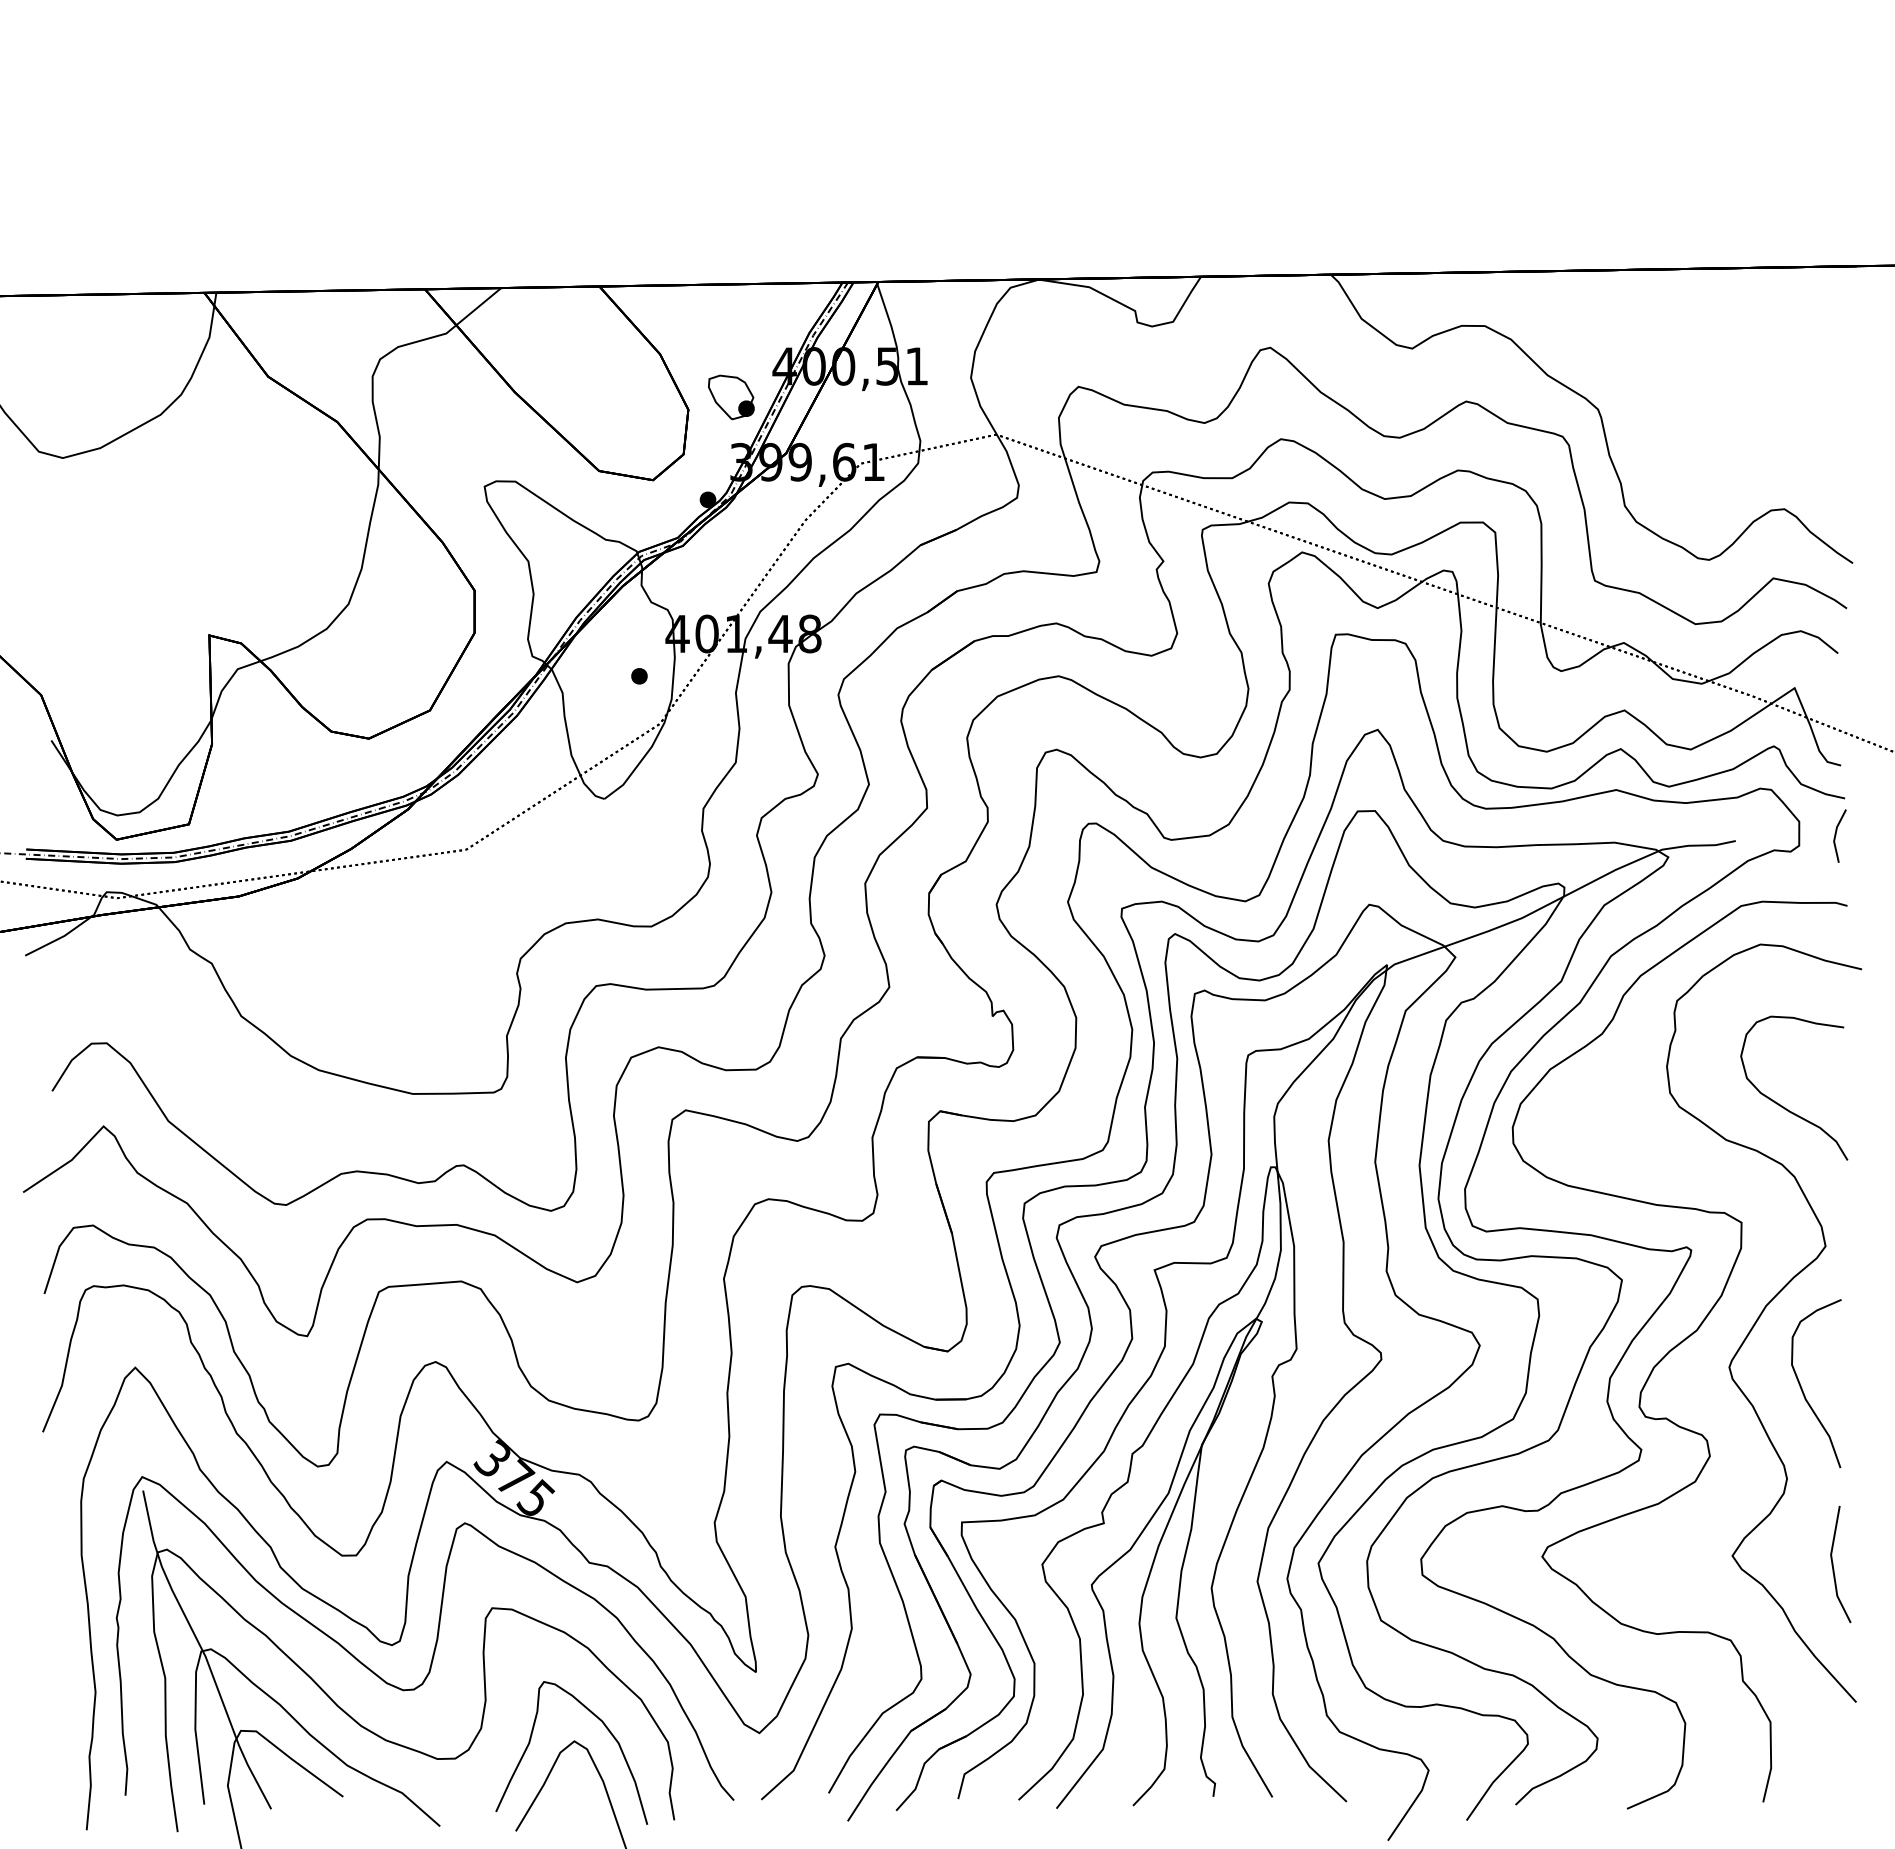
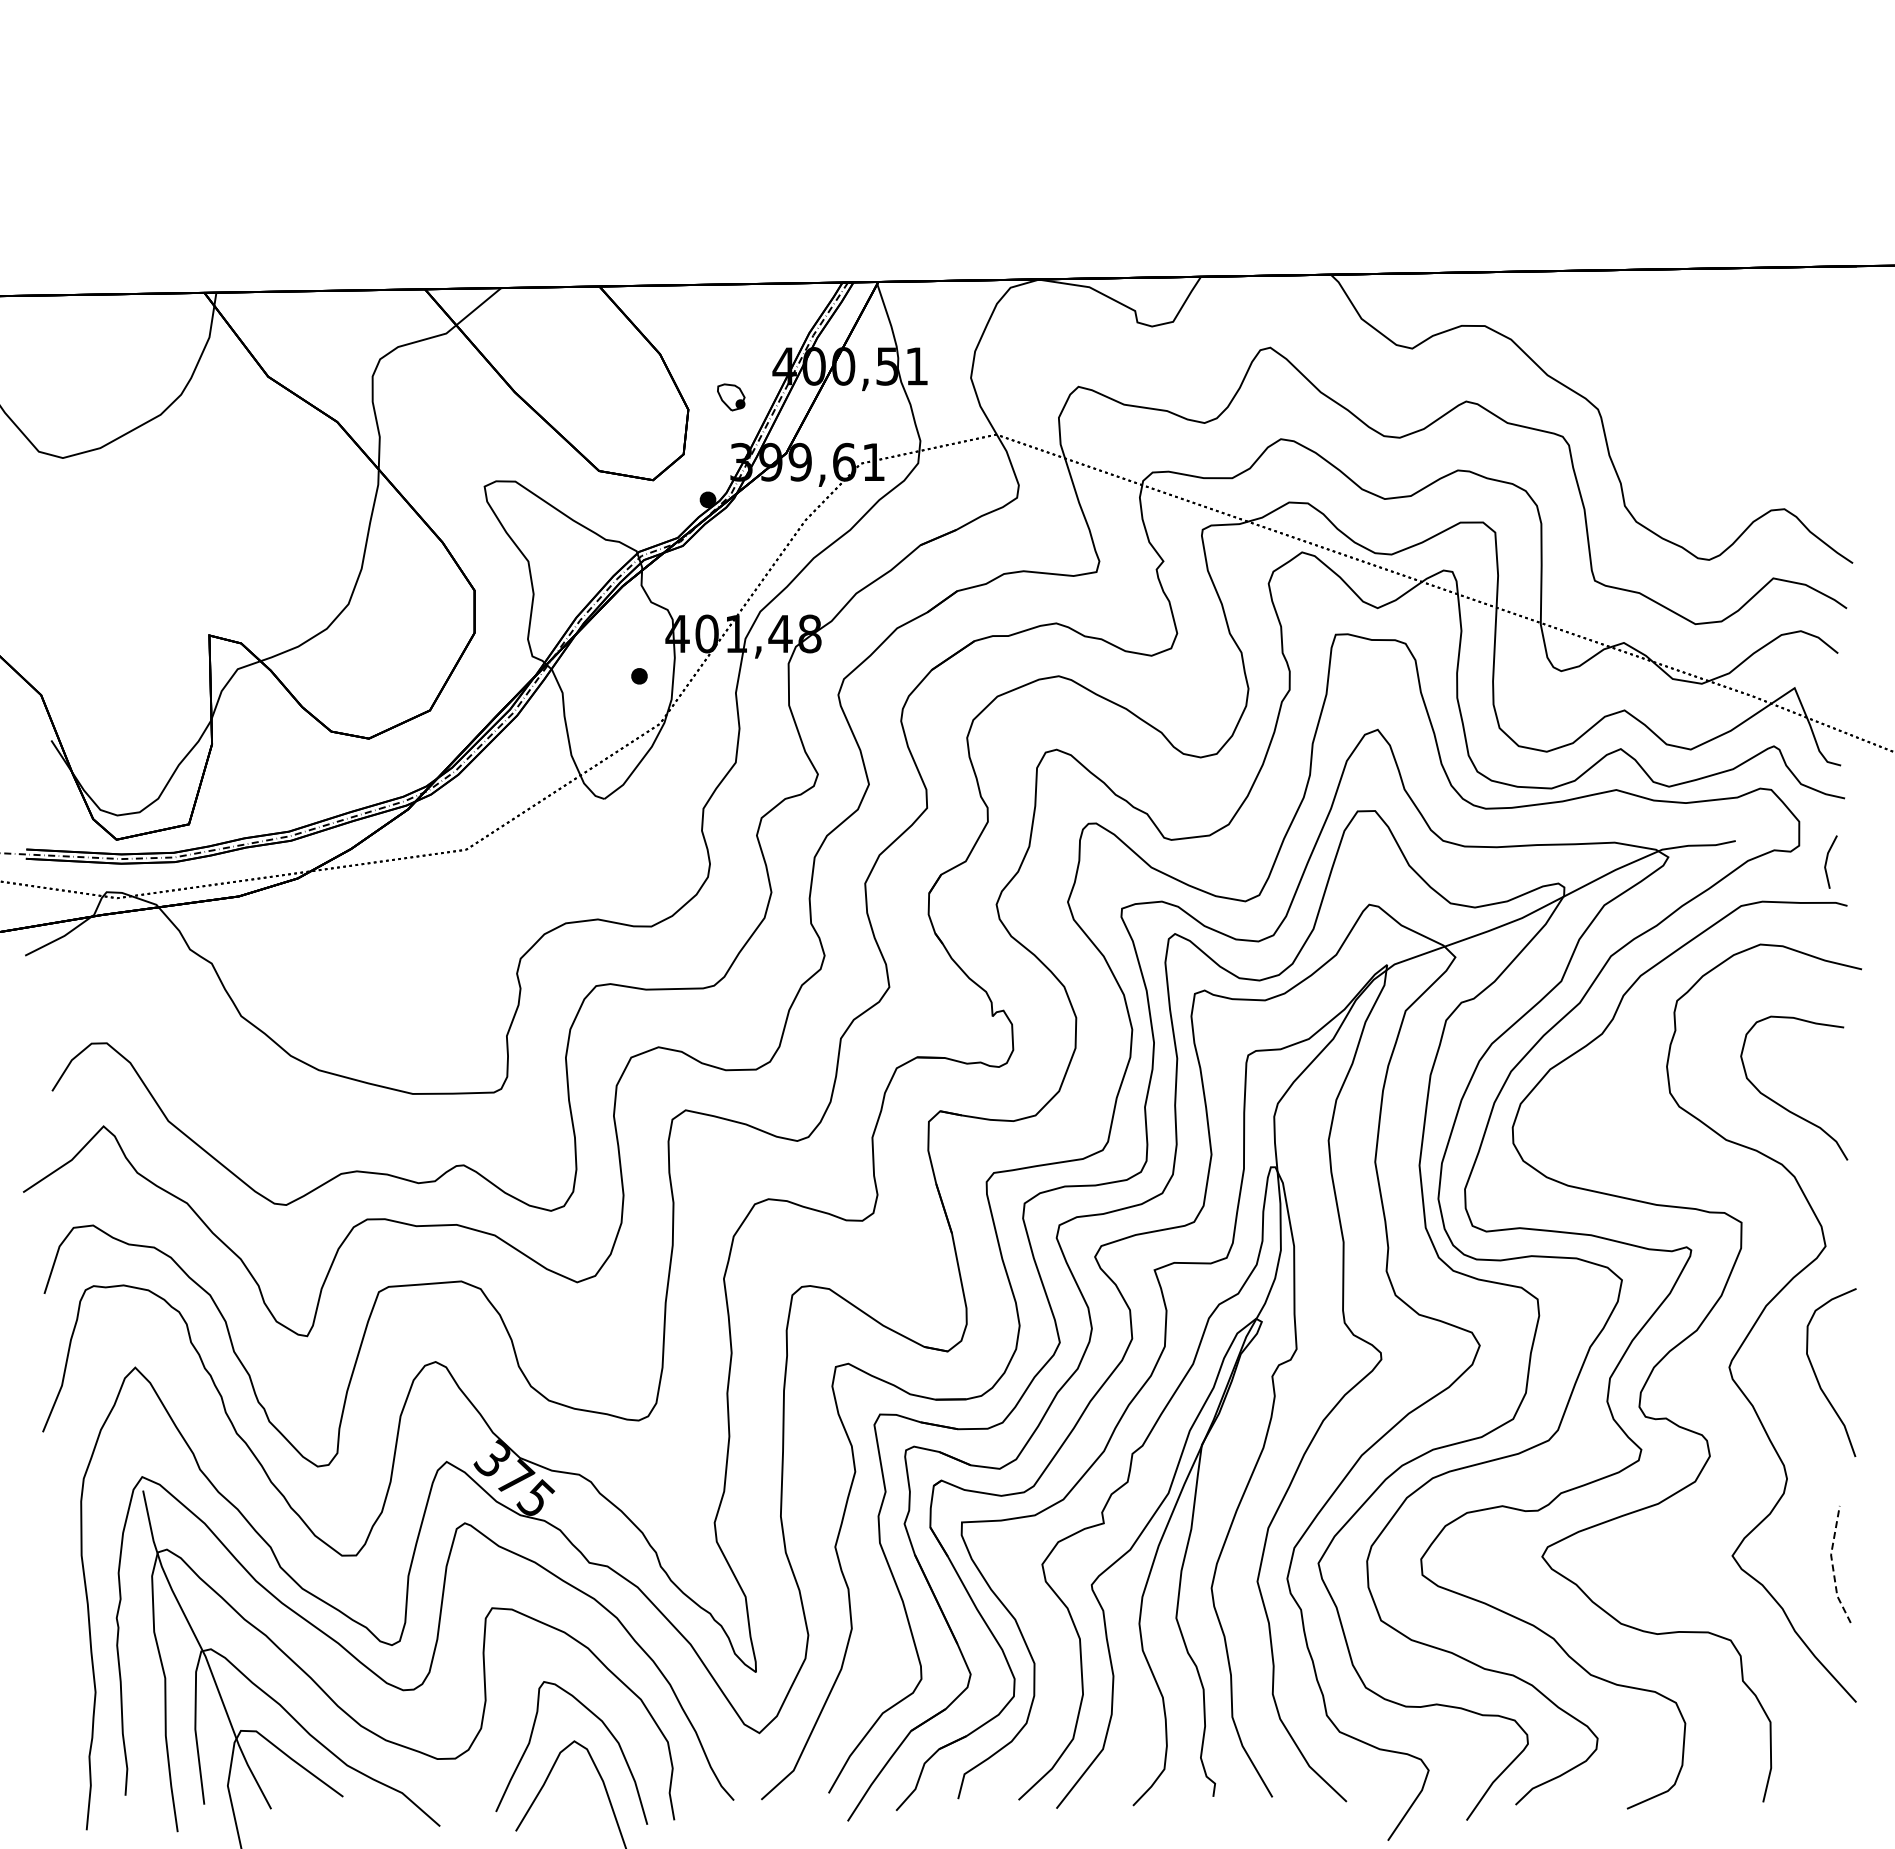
part at (731, 397) size: 47x47 px -> 29x29 px
line at (1836, 835) position: (1836, 835) -> (1827, 861)
curve at (1803, 1390) position: (1803, 1390) -> (1818, 1379)
line at (1832, 1565): solid -> dashed
